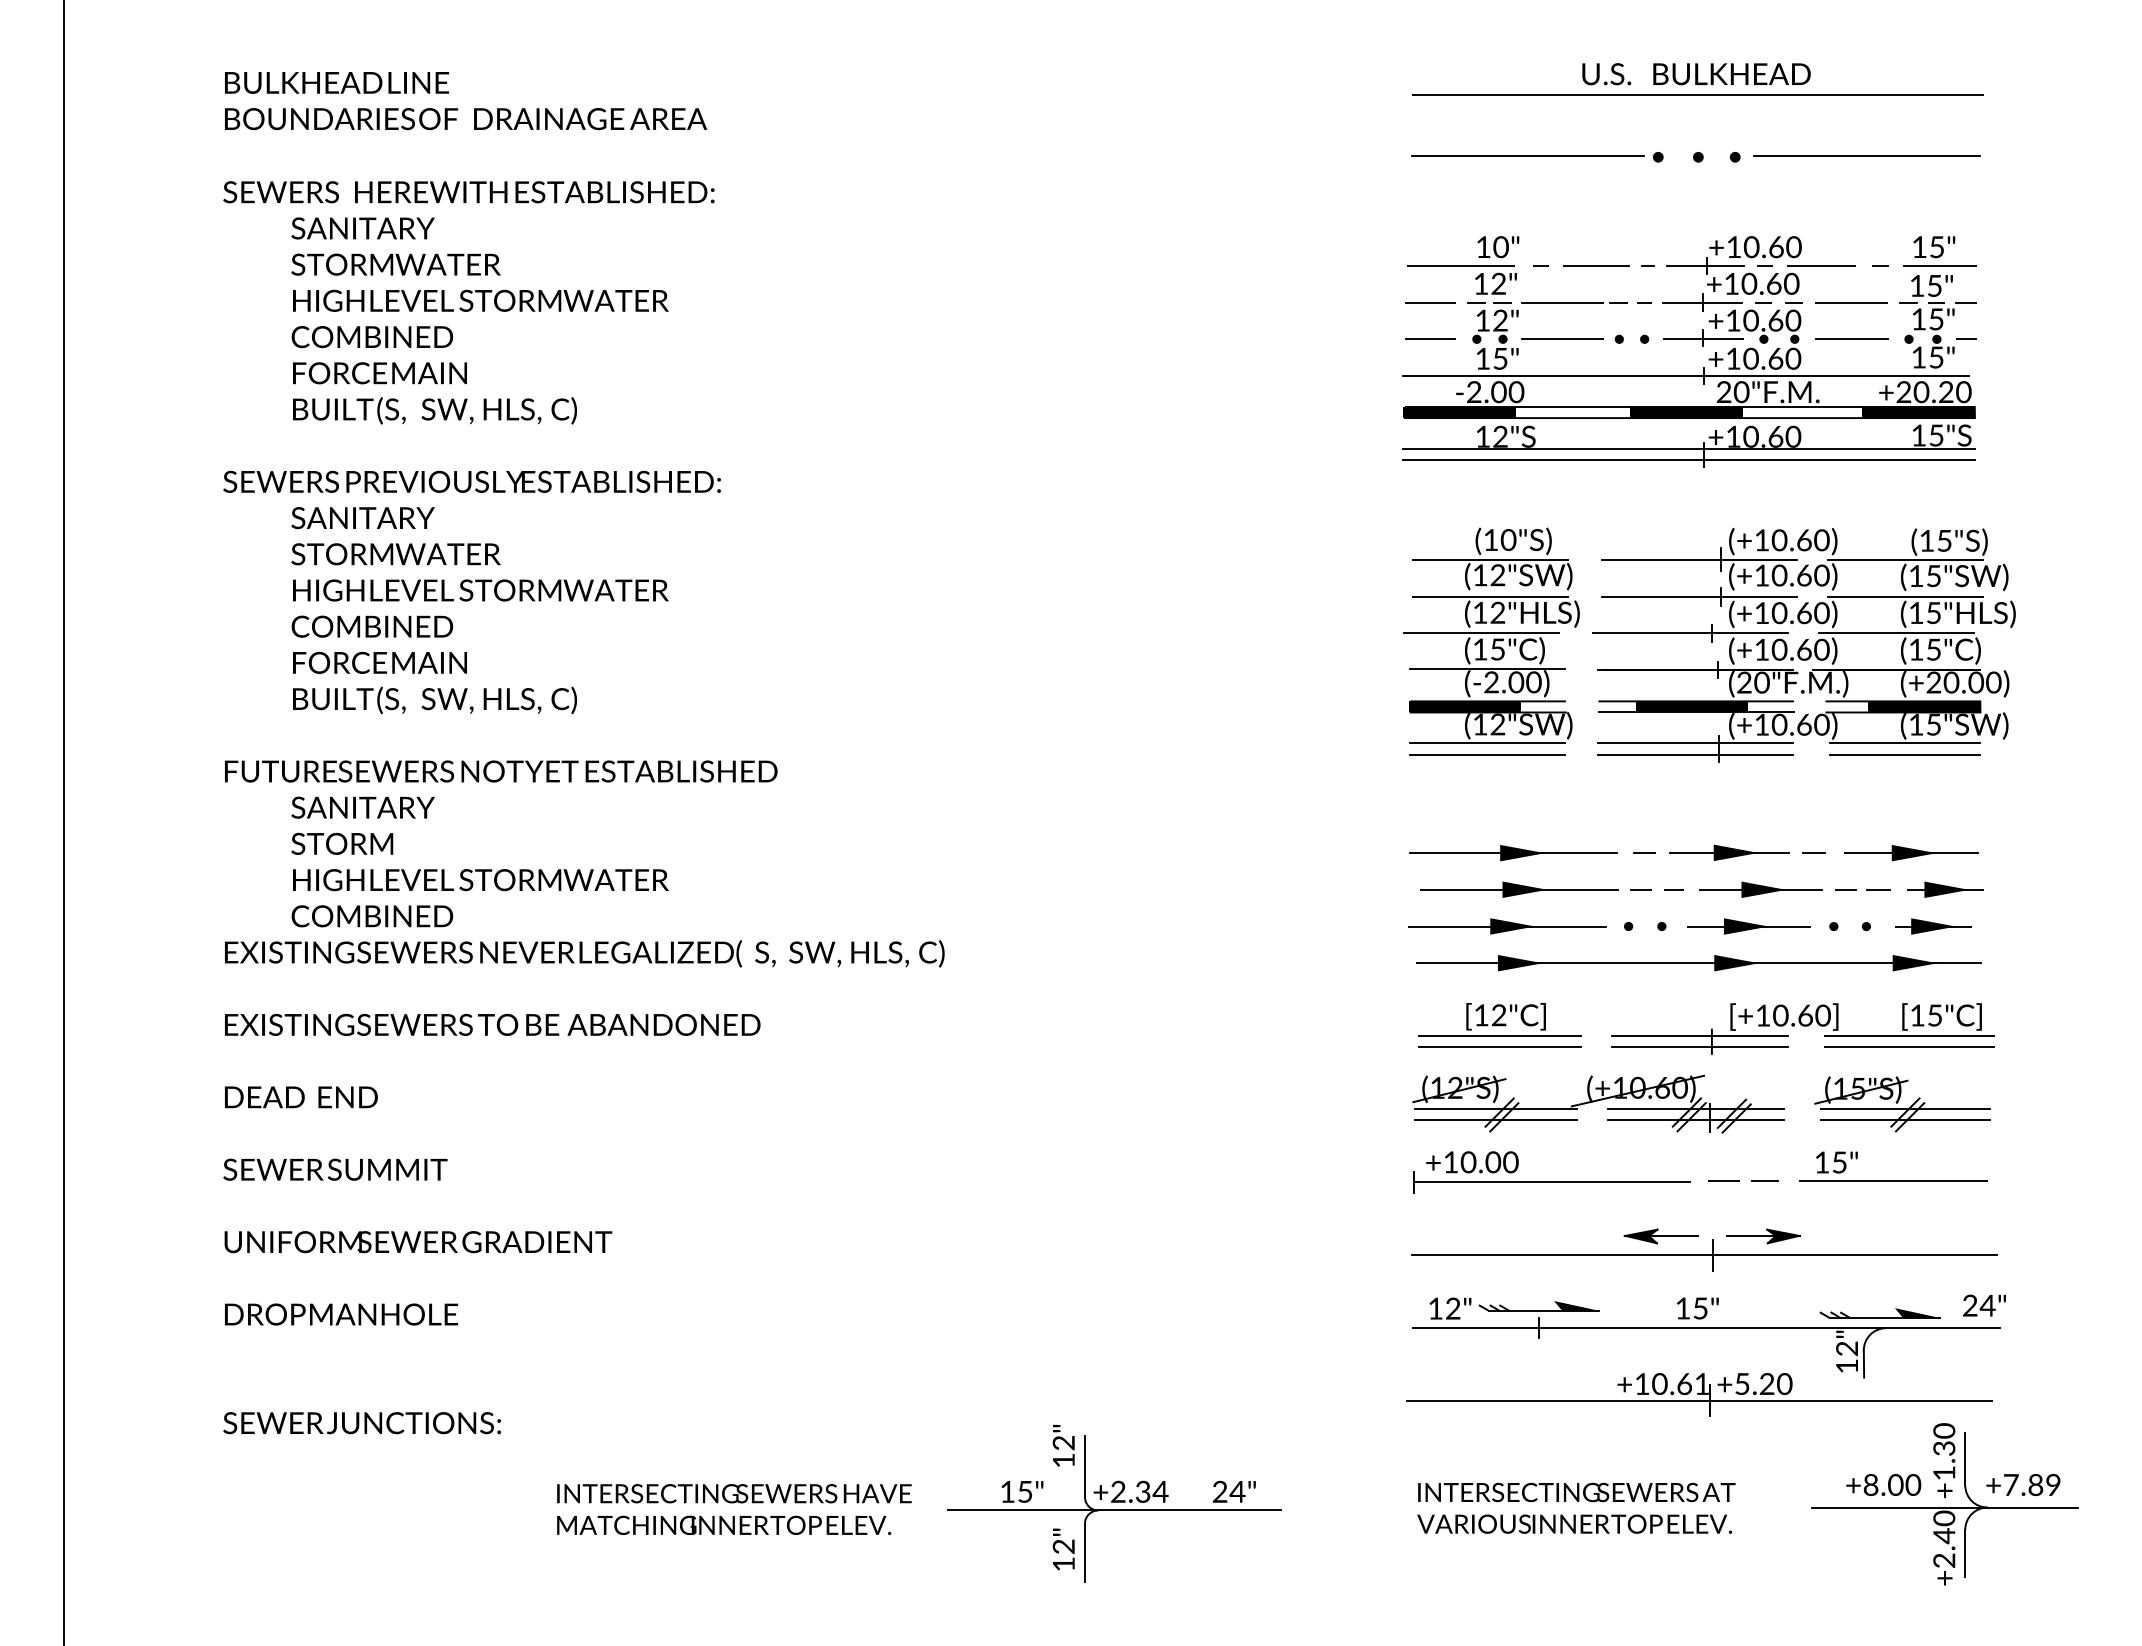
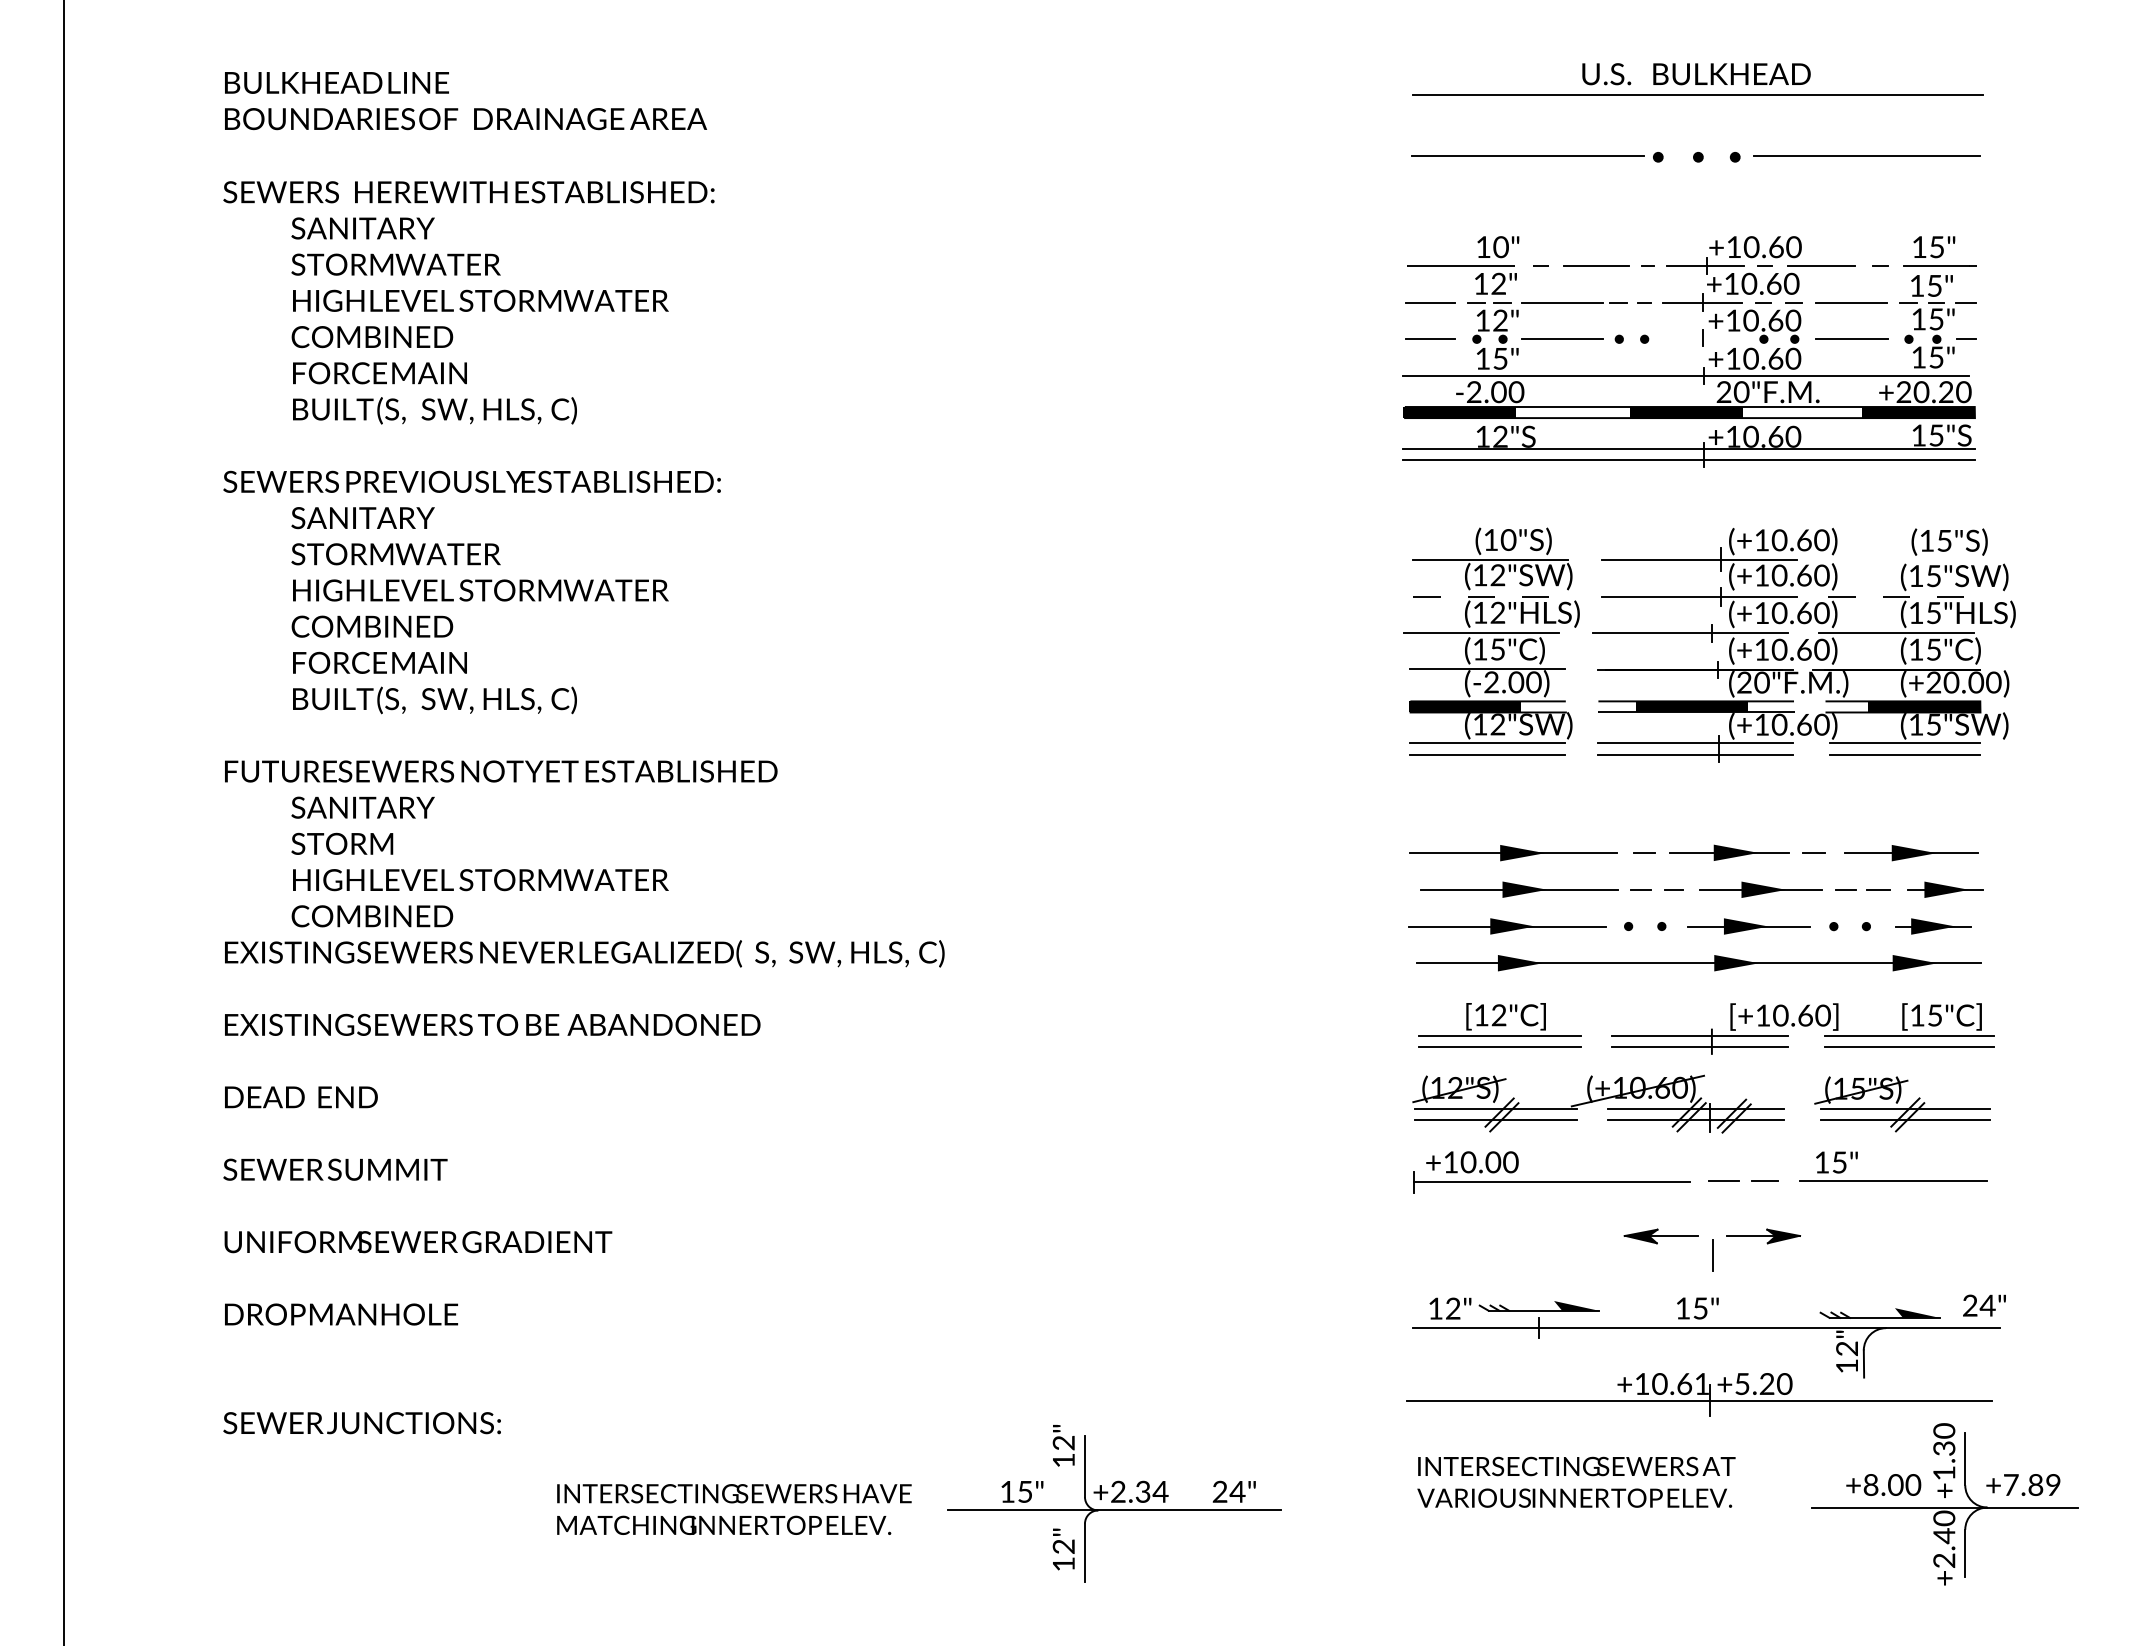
line at (1702, 339): present -> none
line at (1905, 560): present -> none
line at (1491, 596): solid -> dashed
line at (1906, 596): solid -> dashed
line at (1704, 1255): present -> none
text at (1576, 1507) position: (1576, 1507) -> (1576, 1481)
